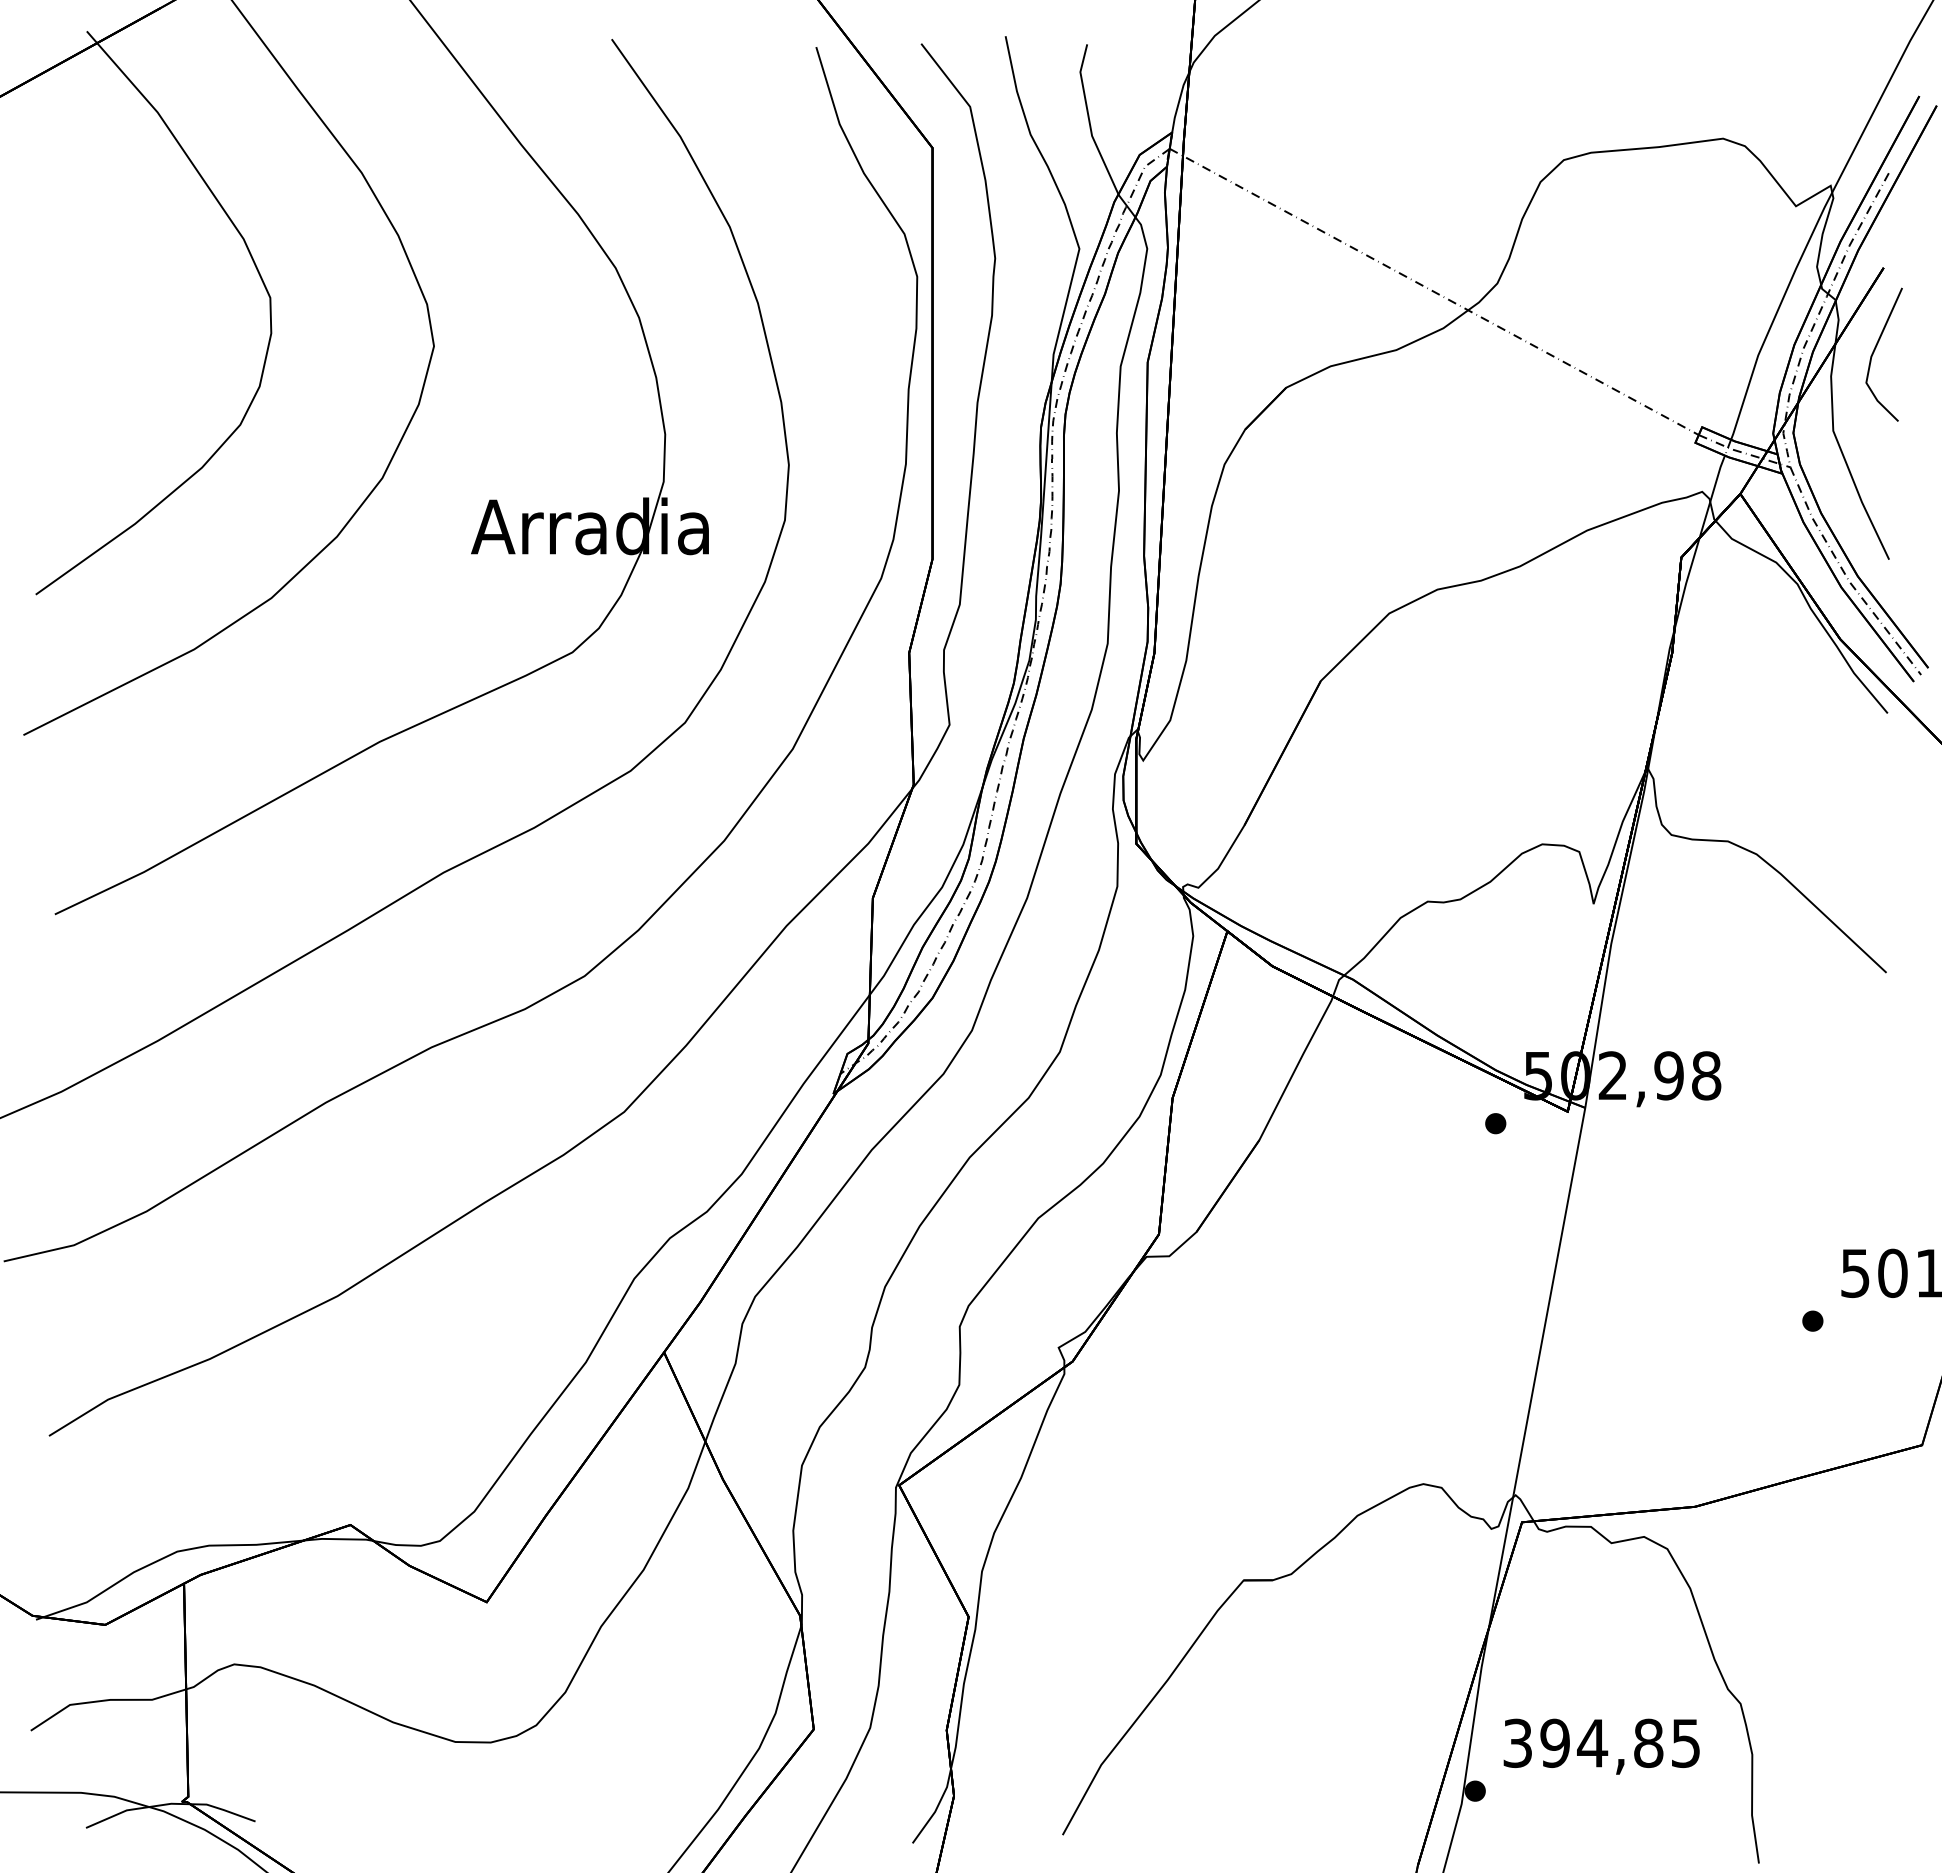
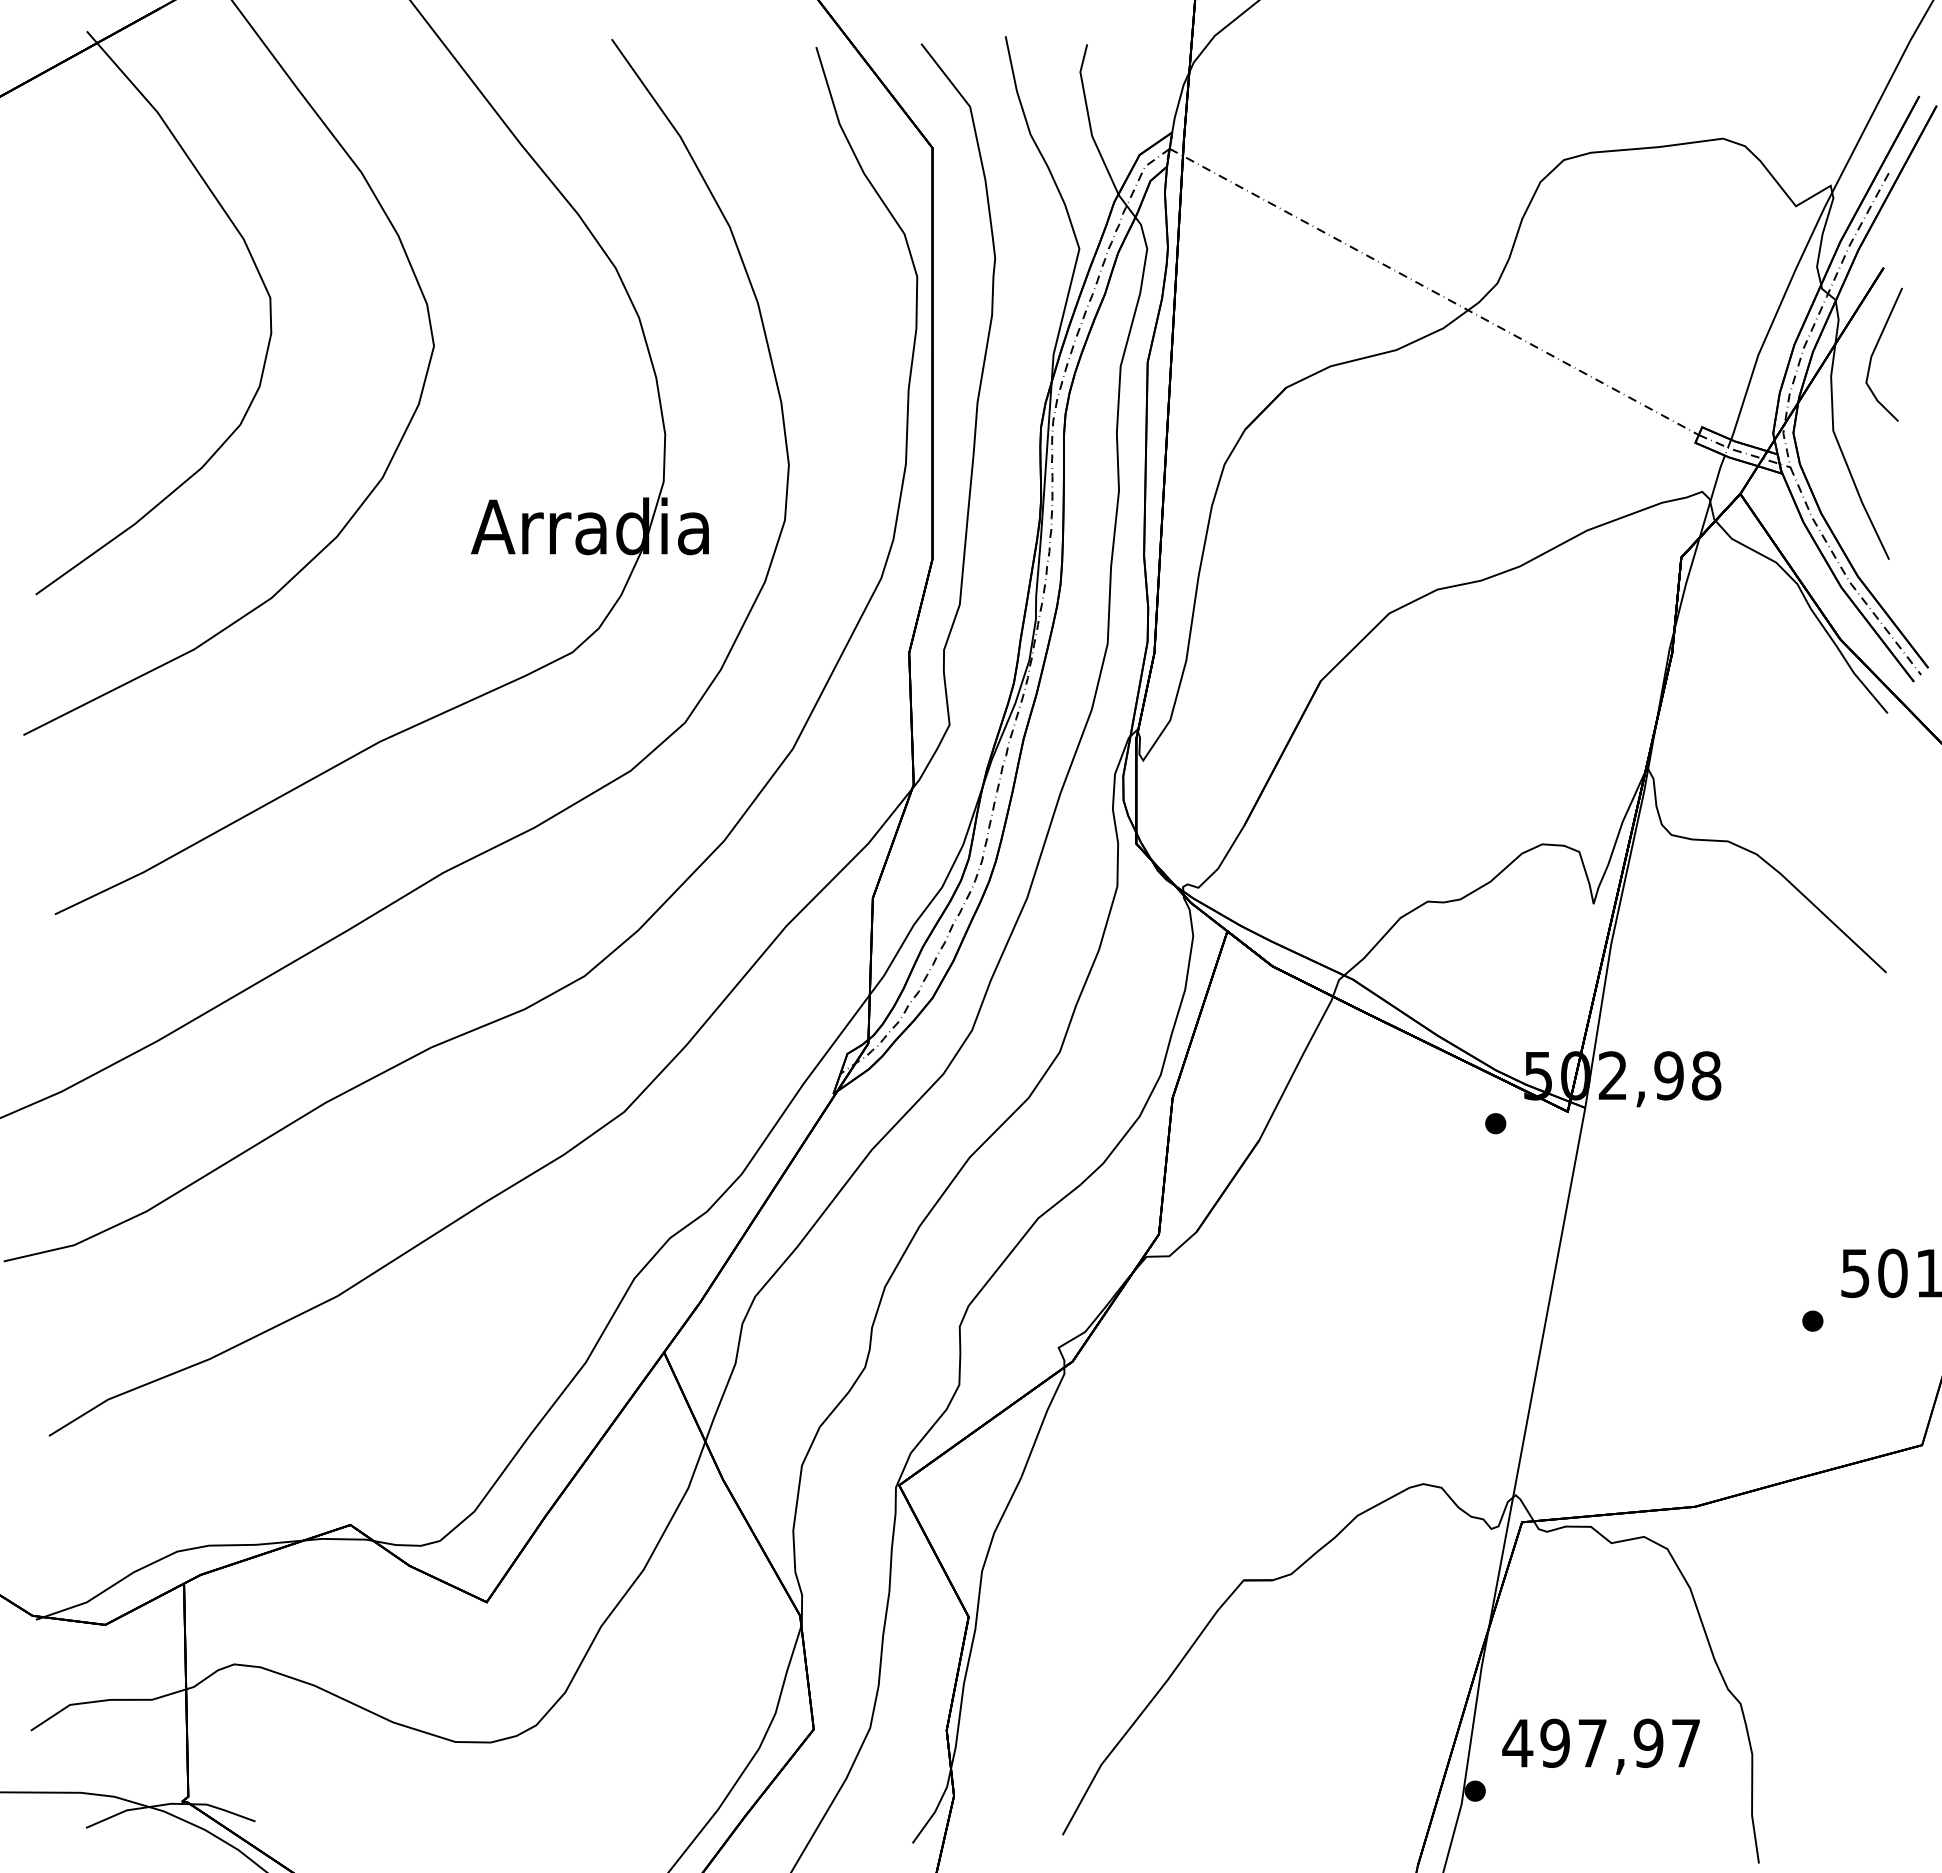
text at (1600, 1743): 394,85 -> 497,97
